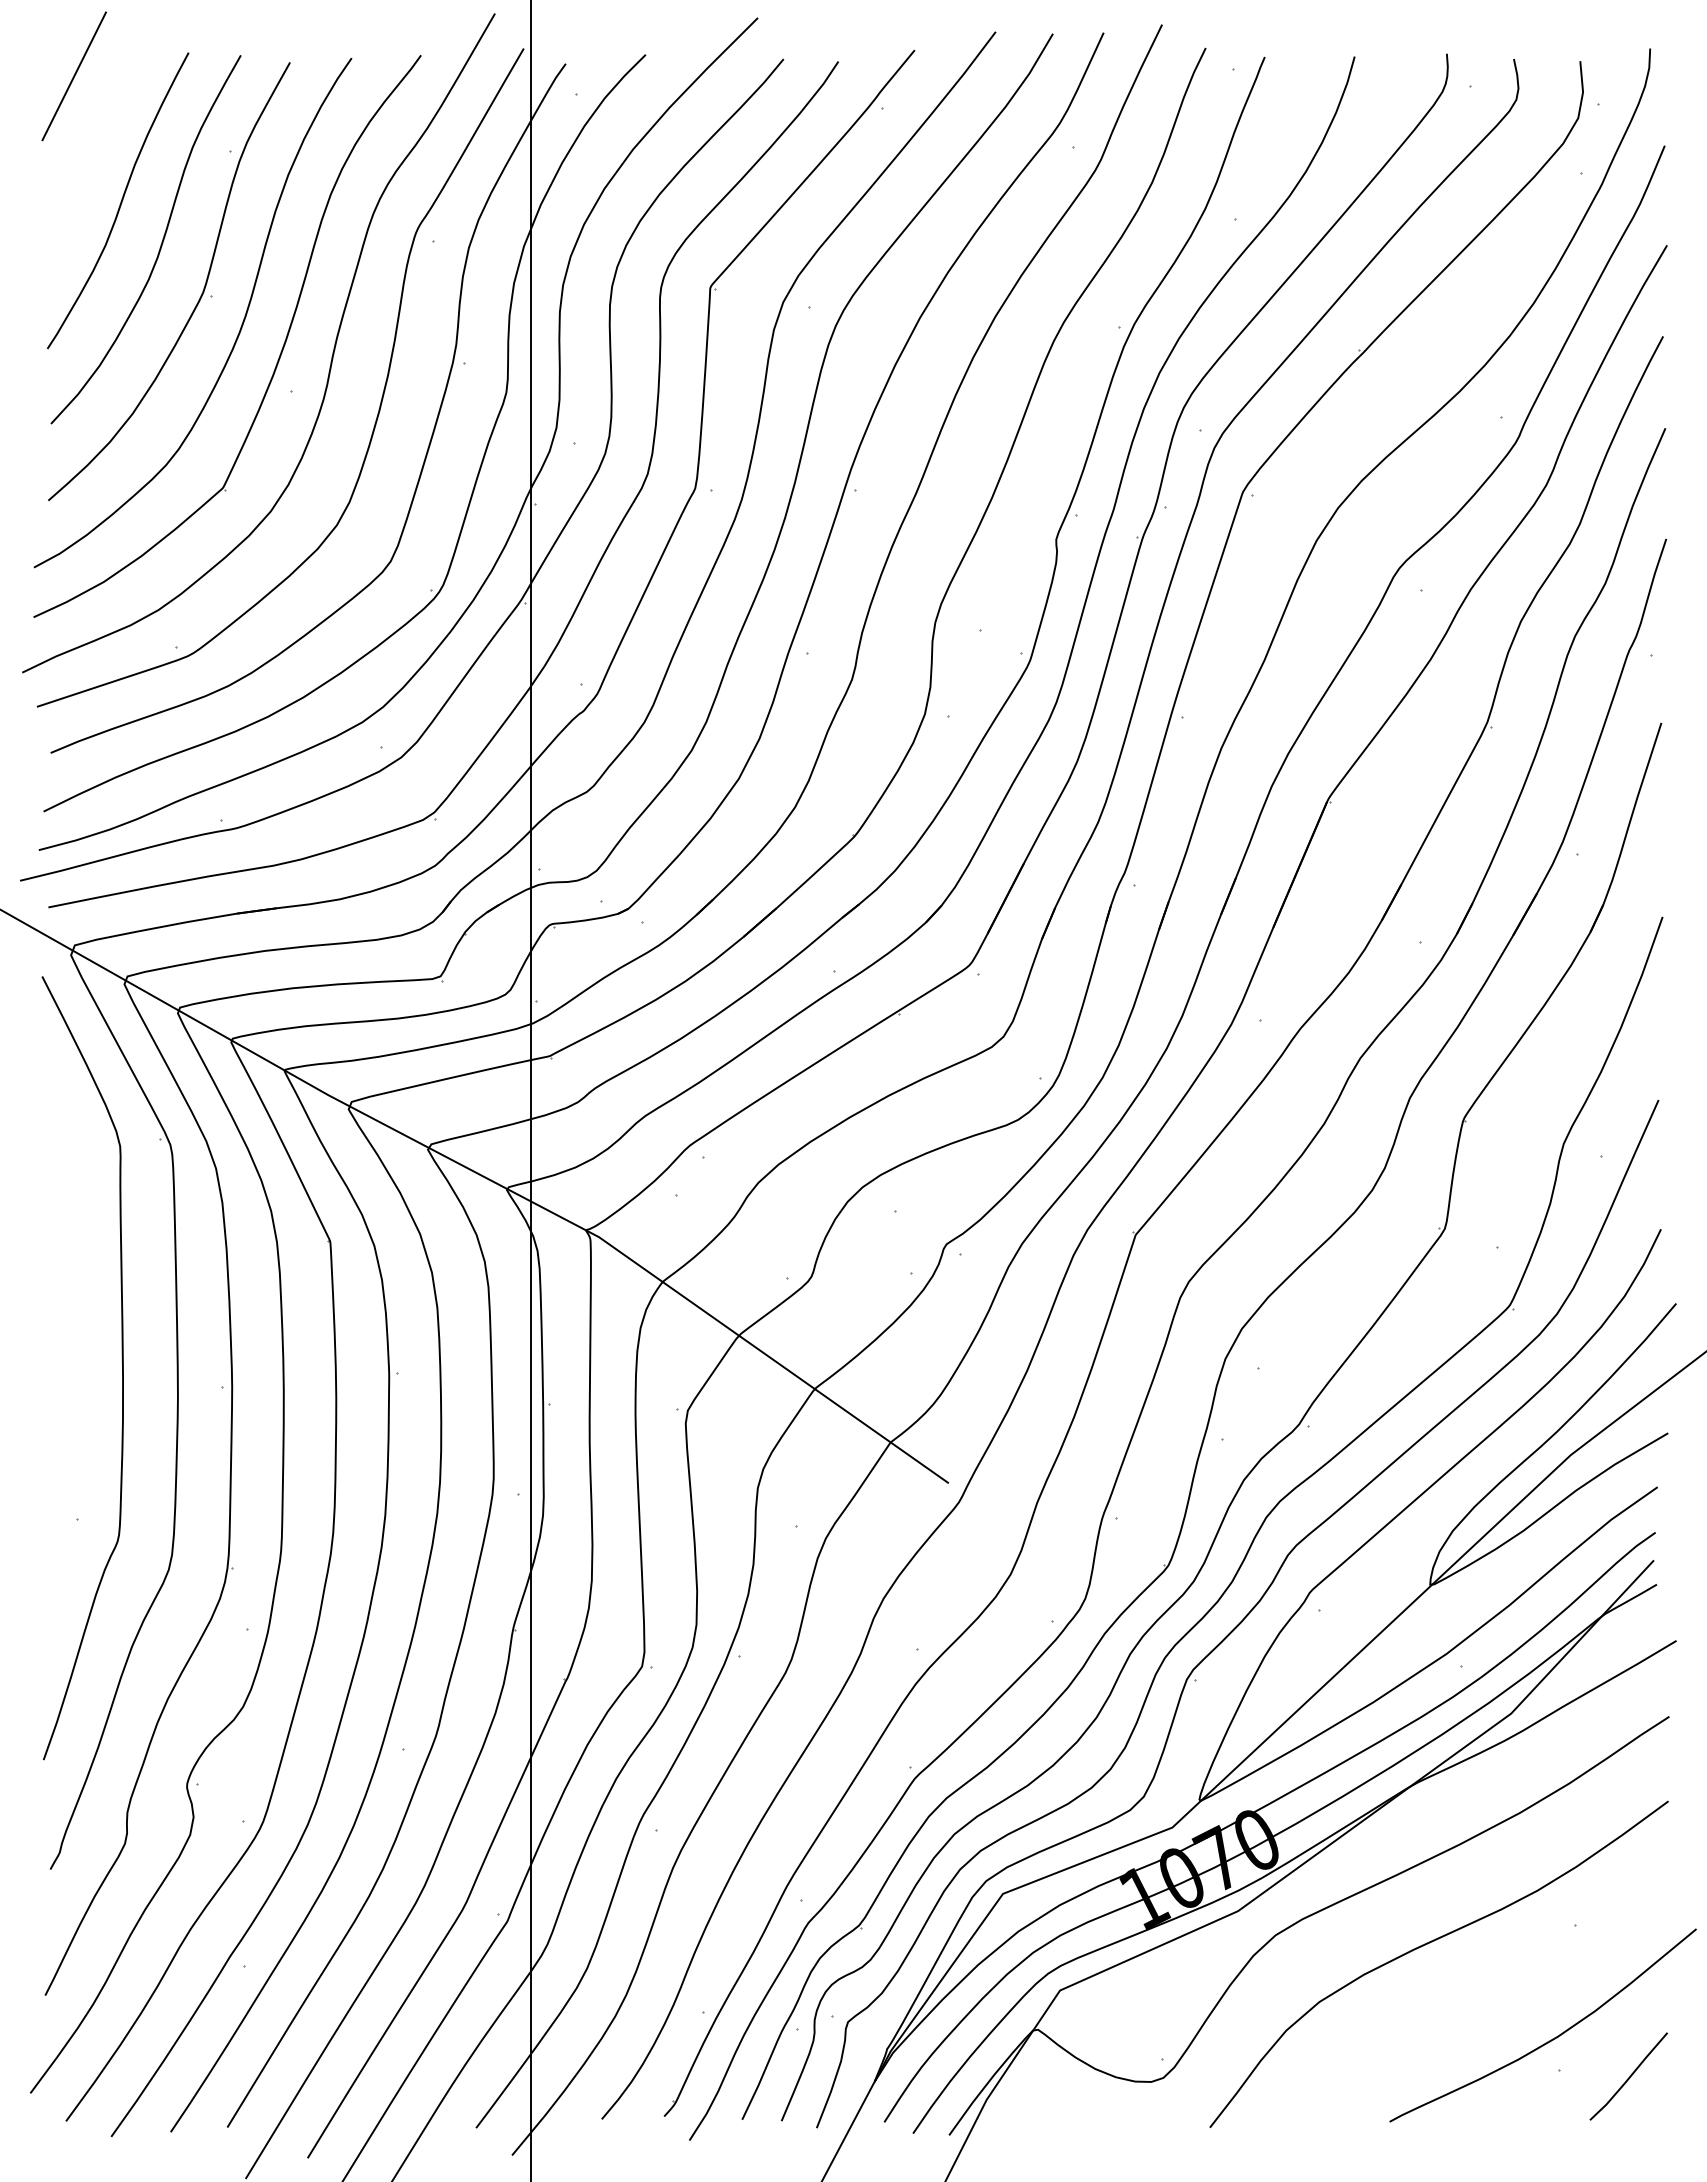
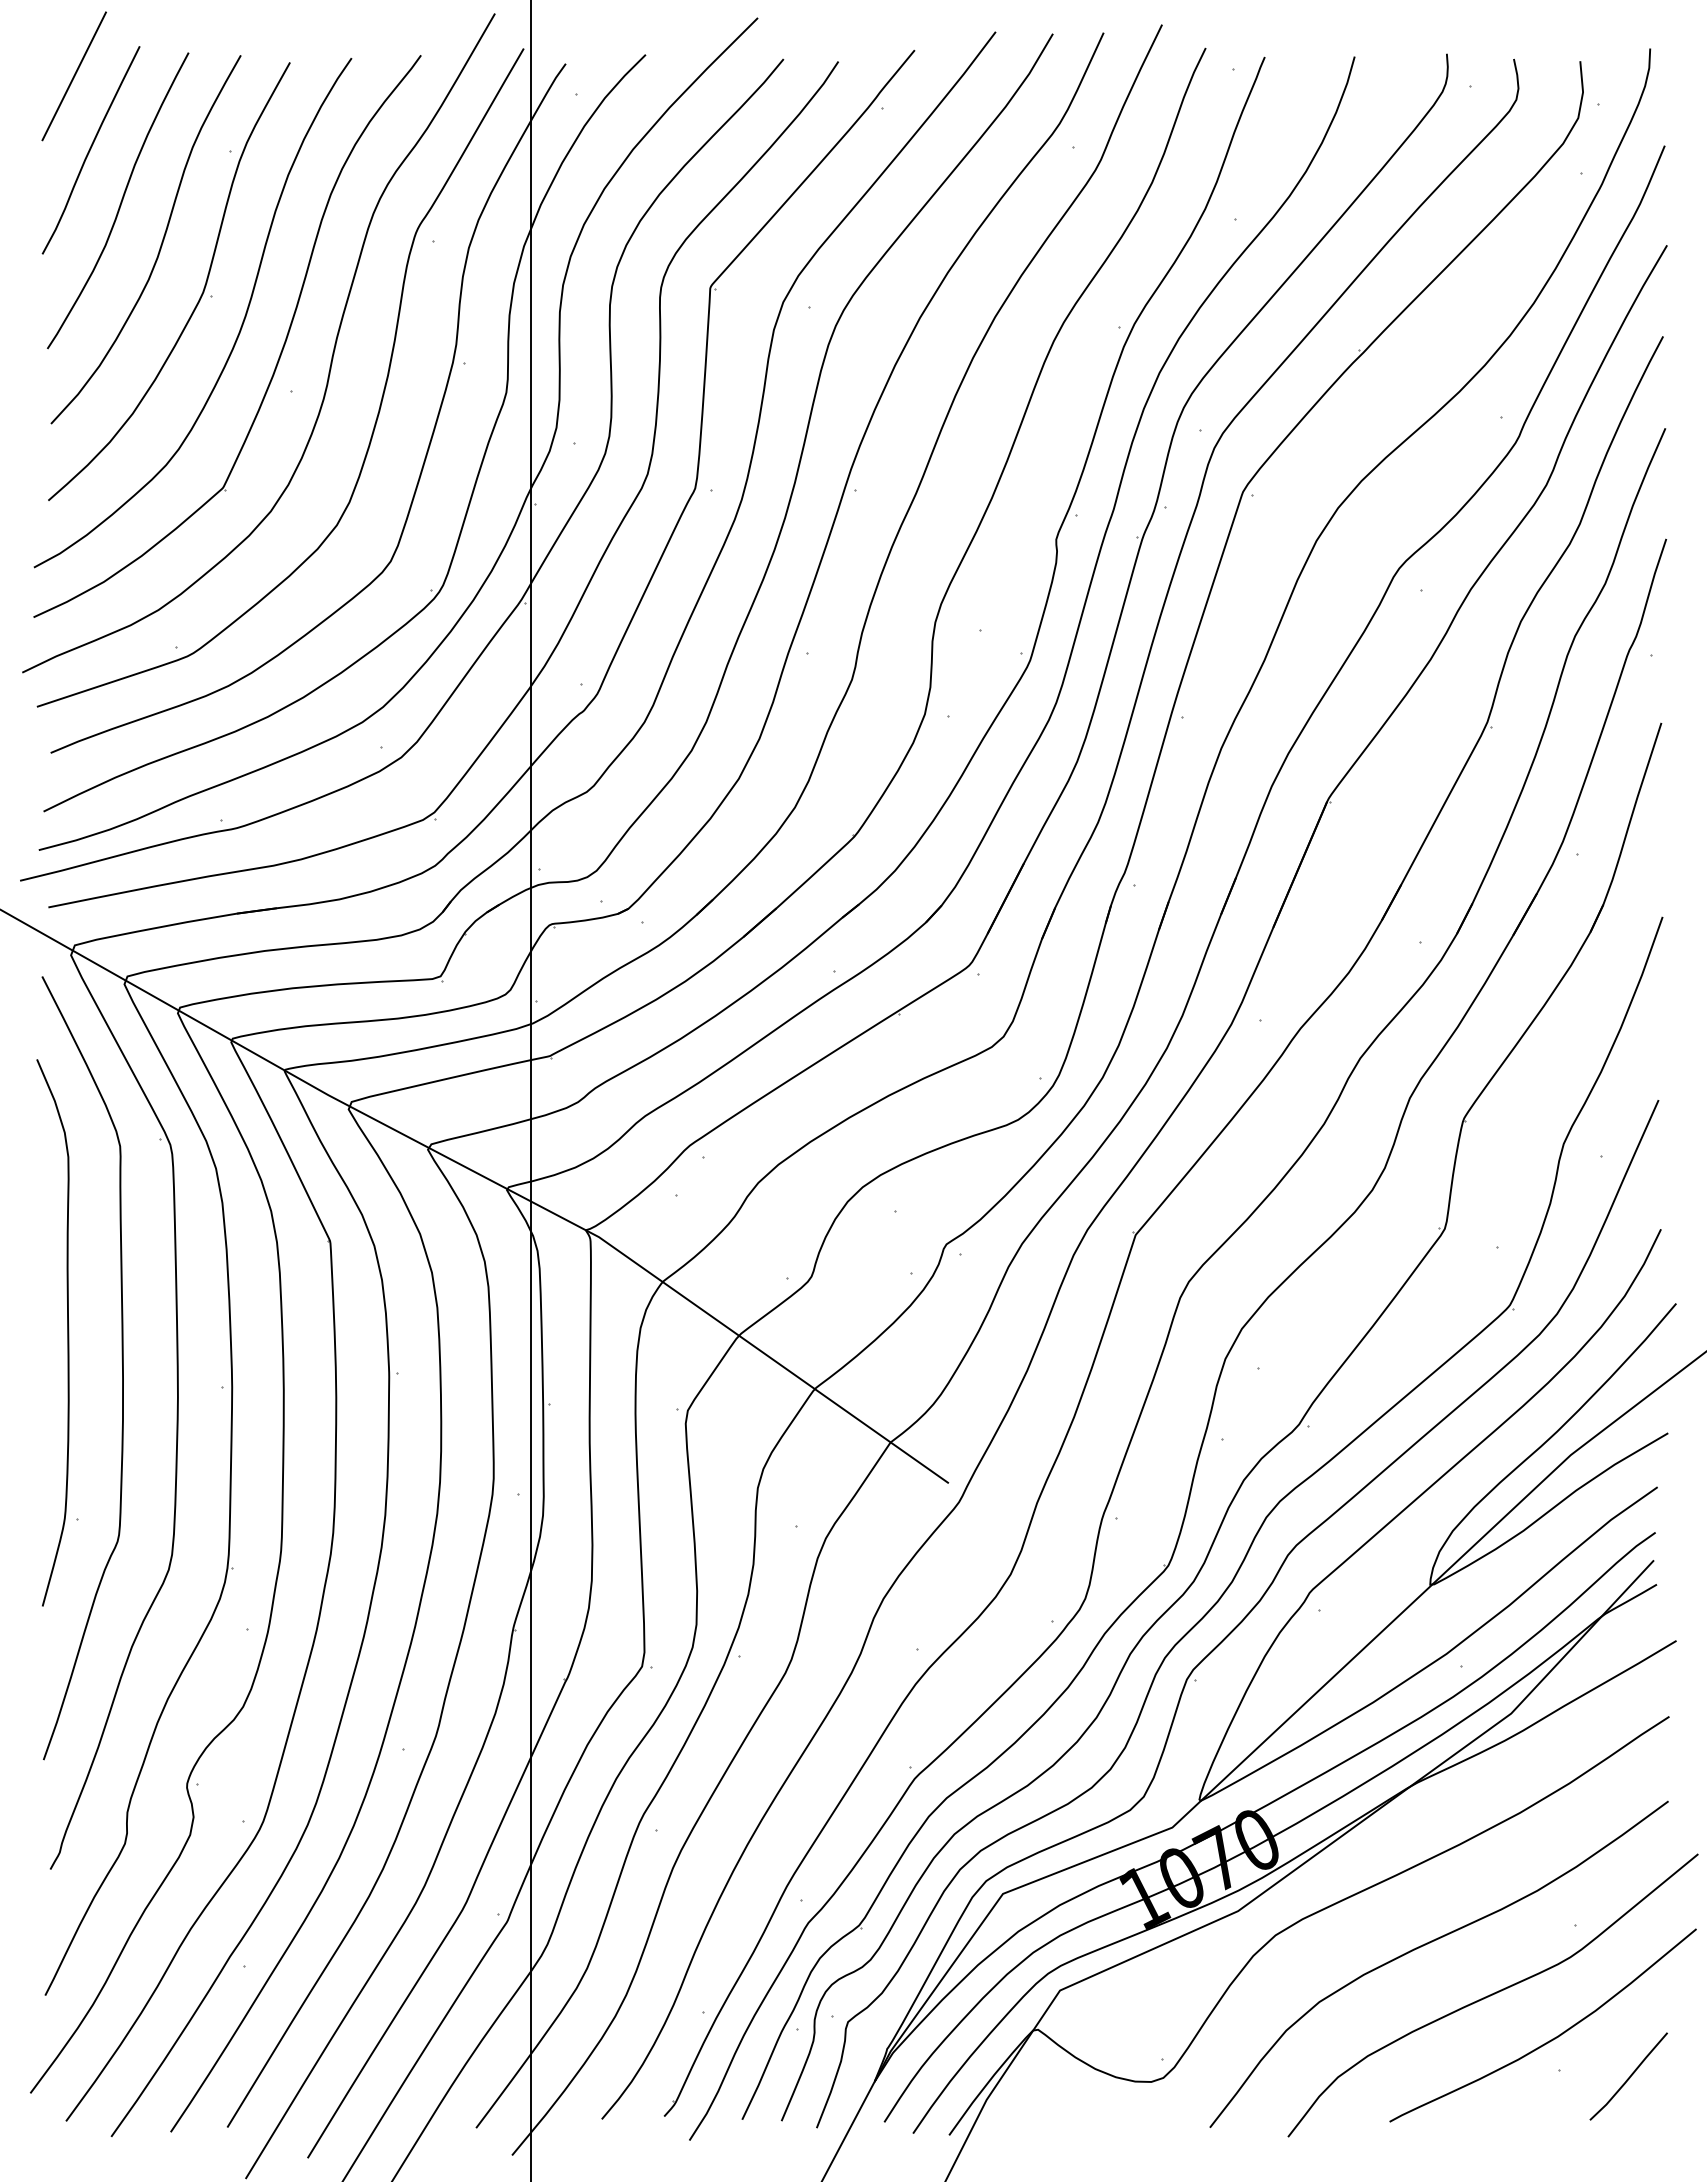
curve at (90, 150): none -> present
curve at (67, 1332): none -> present
curve at (1492, 1995): none -> present
